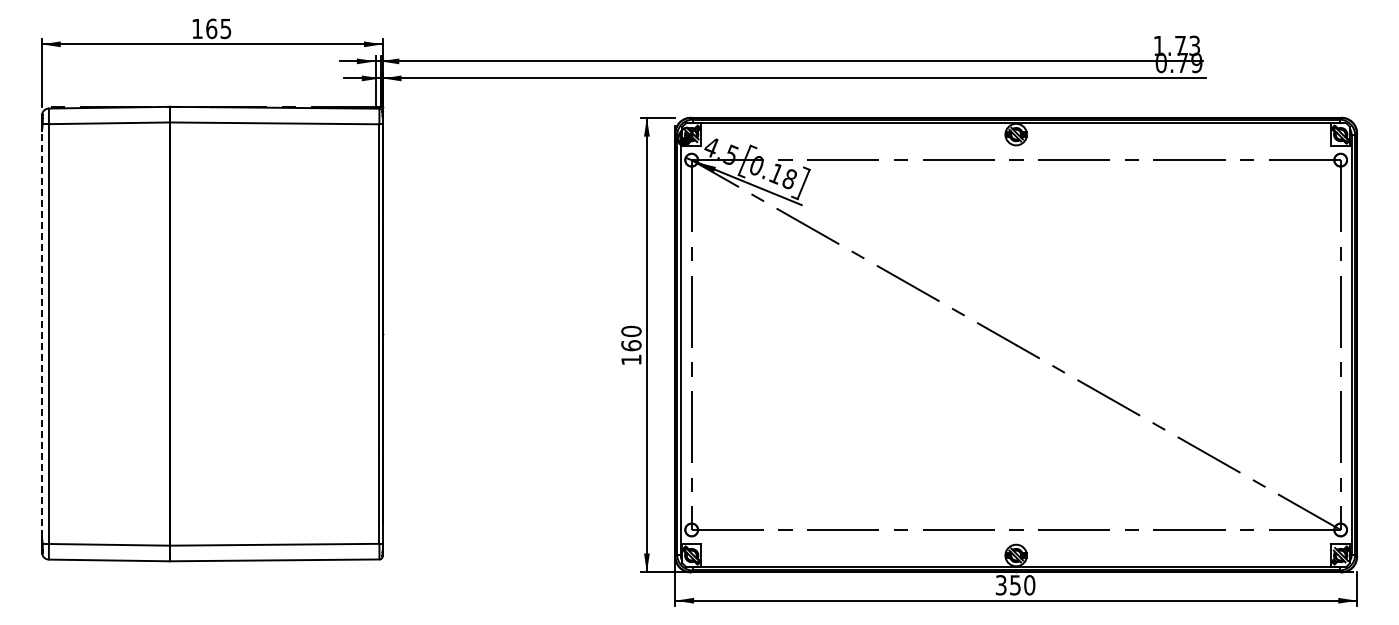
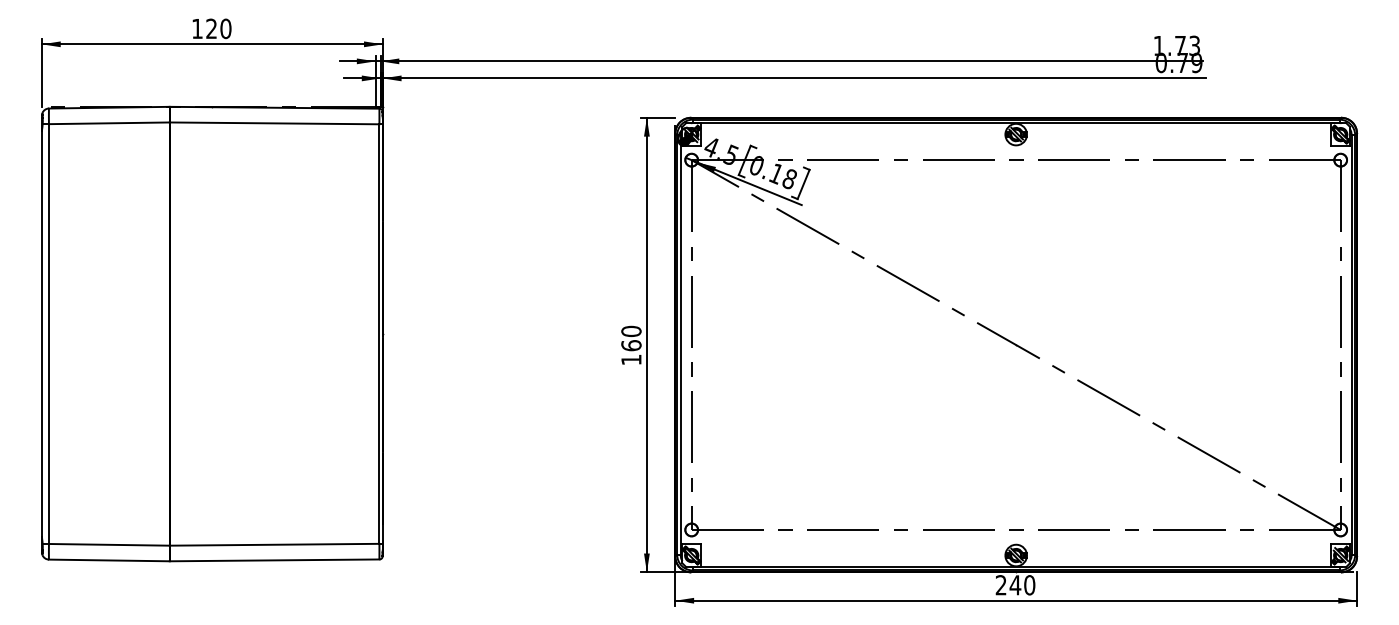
text at (218, 28): 165 -> 120
line at (41, 334): dashed -> solid
text at (1008, 585): 350 -> 240
